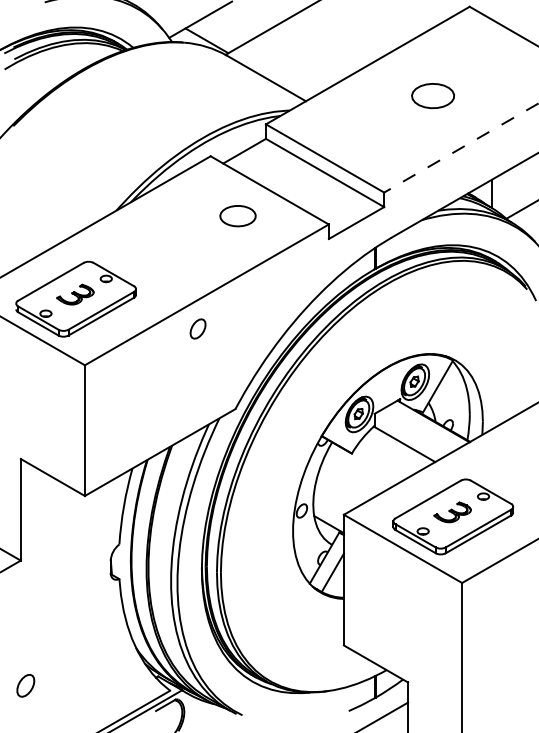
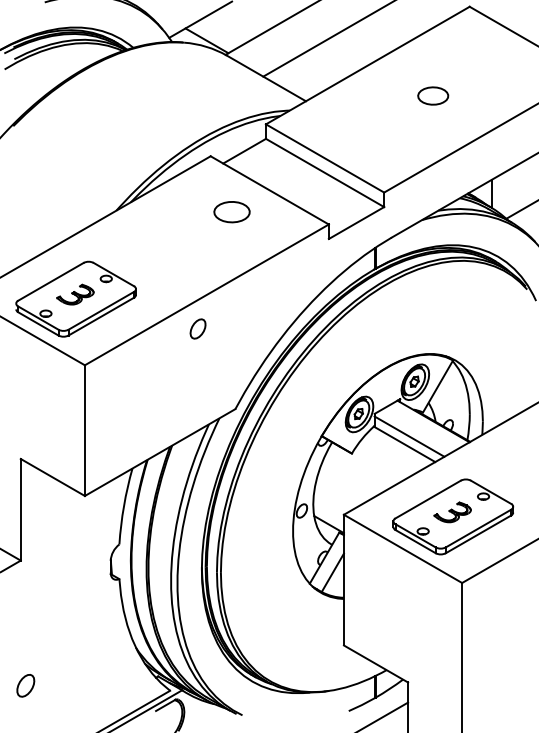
line at (327, 39): none -> present
part at (432, 96) size: 44x27 px -> 33x20 px
line at (461, 148): dashed -> solid
part at (237, 216) position: (237, 216) -> (231, 212)
line at (409, 436): none -> present
